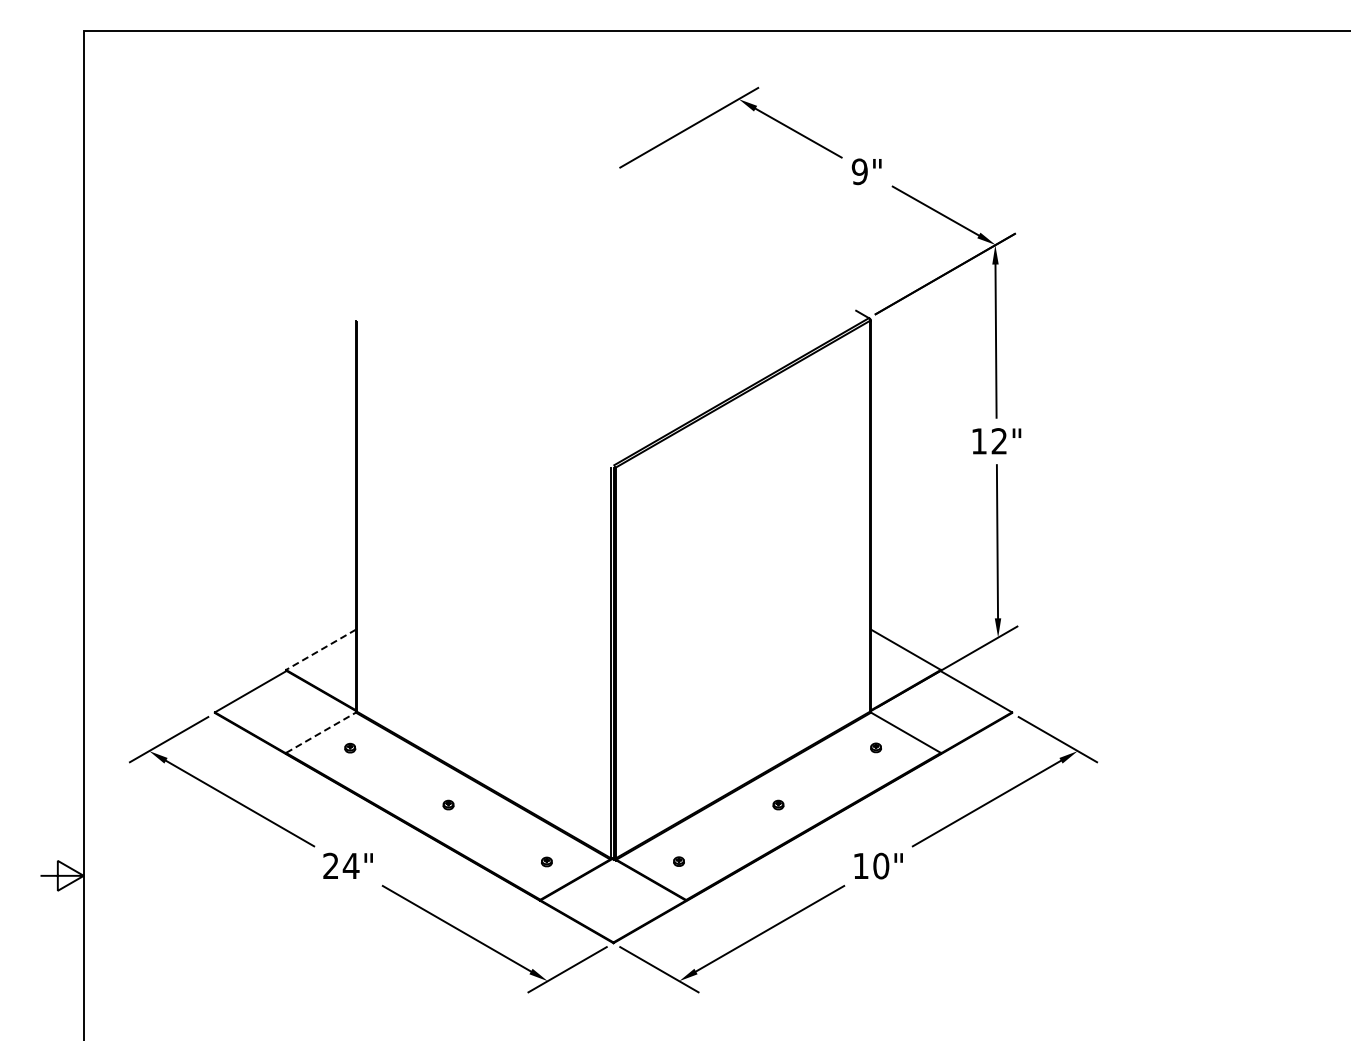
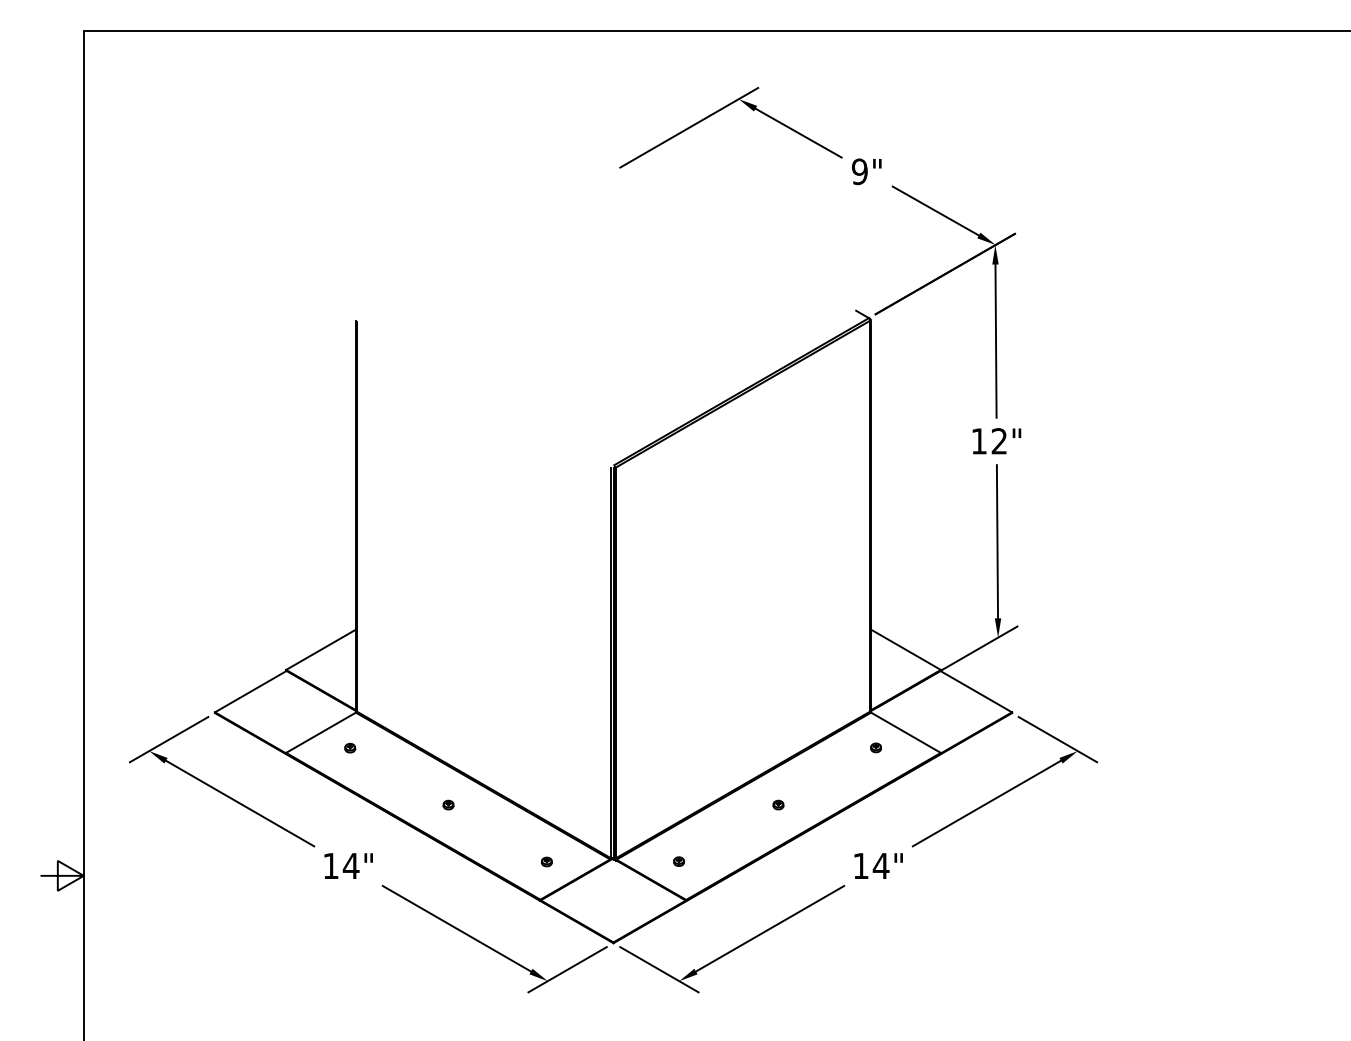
line at (320, 650): dashed -> solid
line at (321, 732): dashed -> solid
text at (330, 865): 24" -> 14"
text at (880, 865): 10" -> 14"
